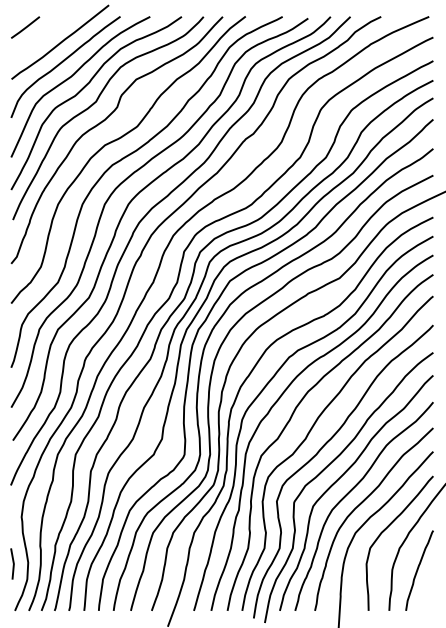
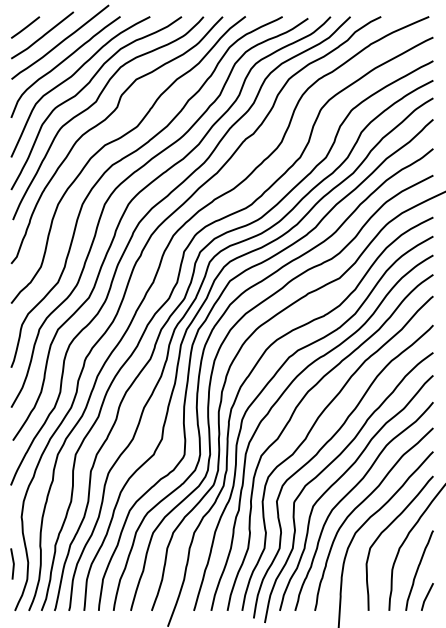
curve at (42, 35): none -> present
line at (426, 596): none -> present
